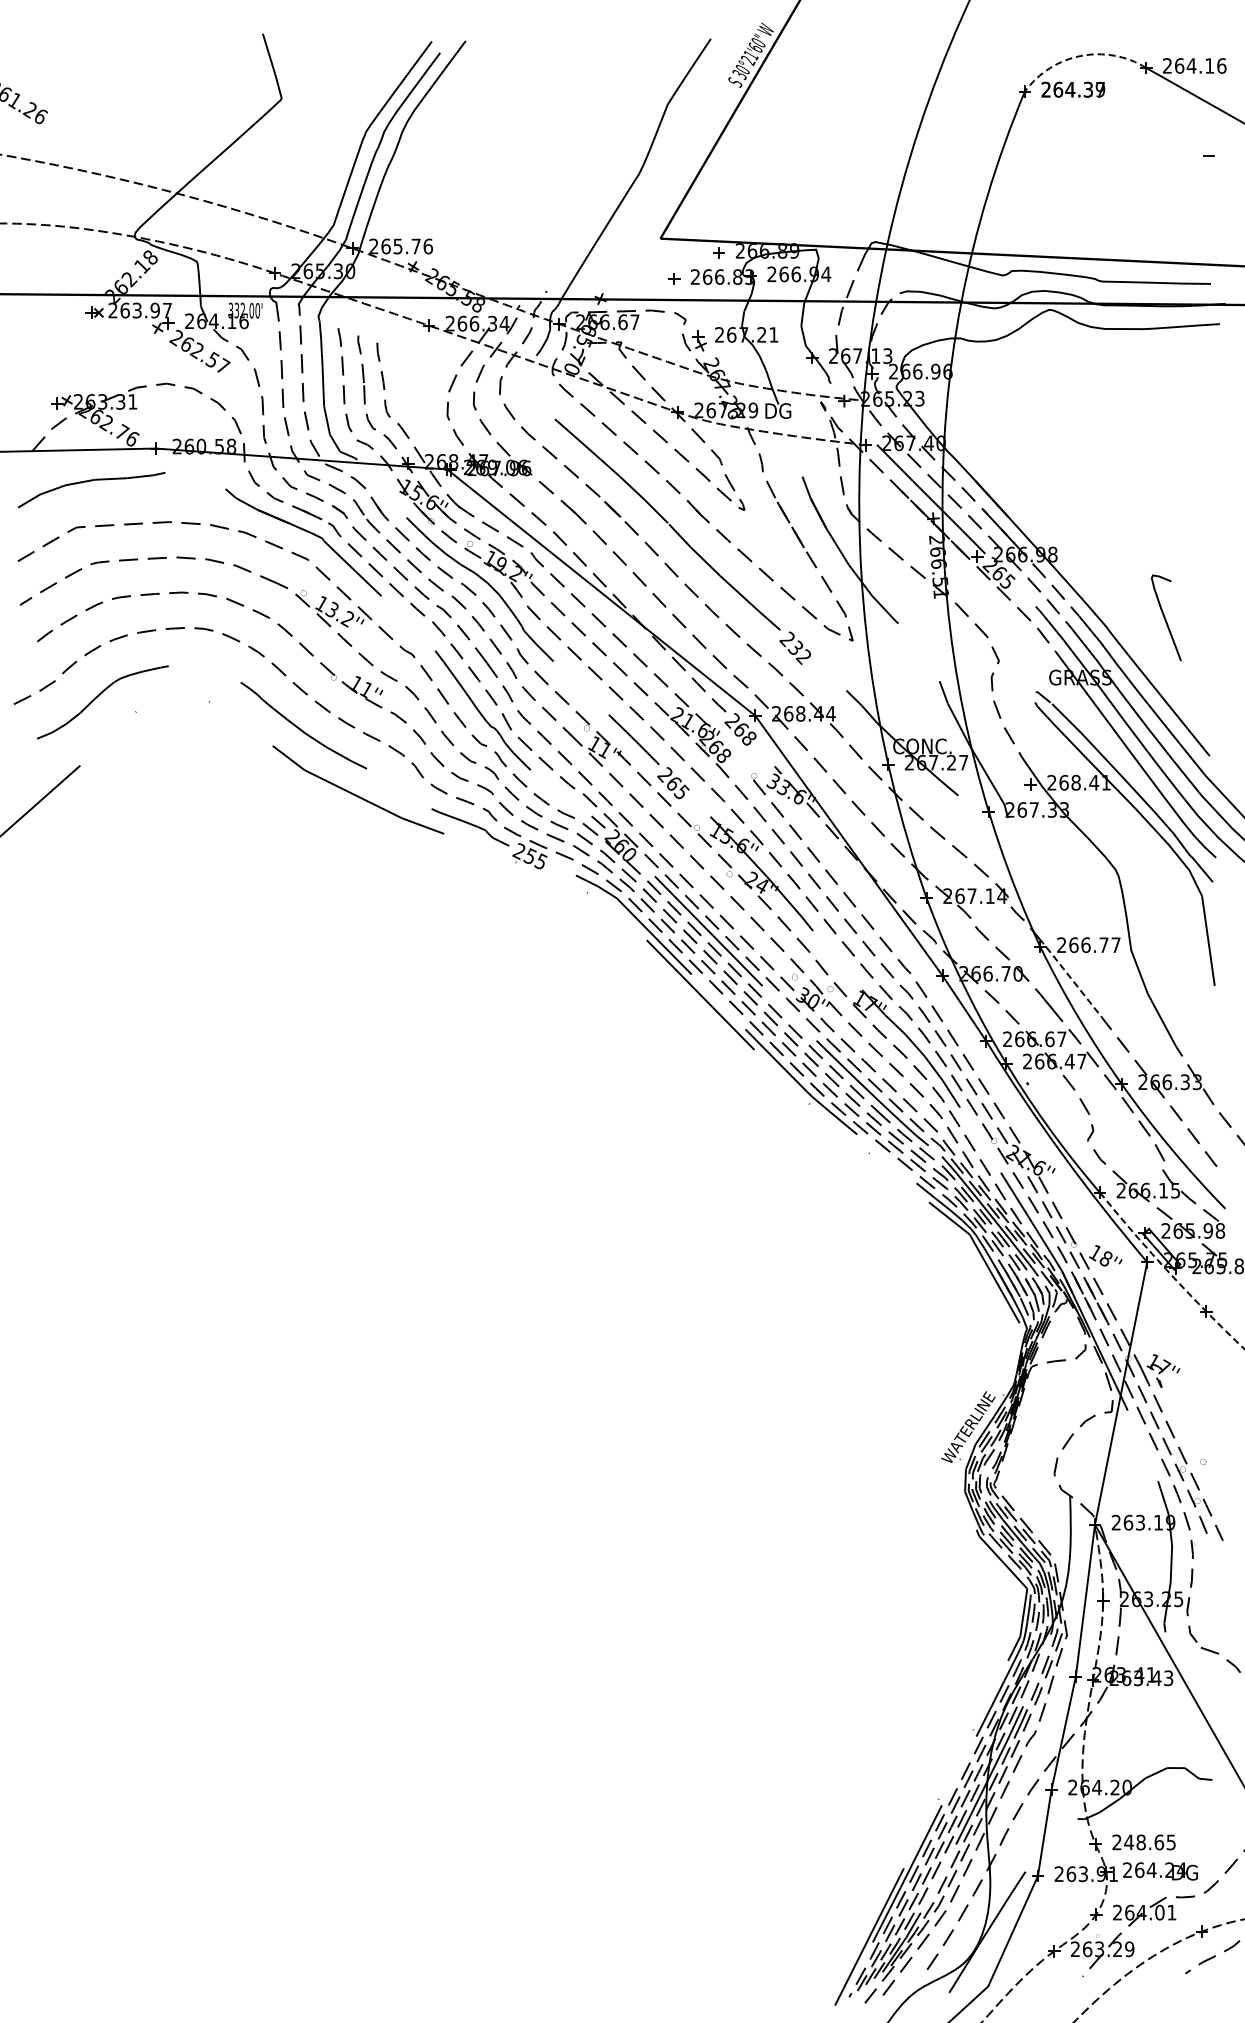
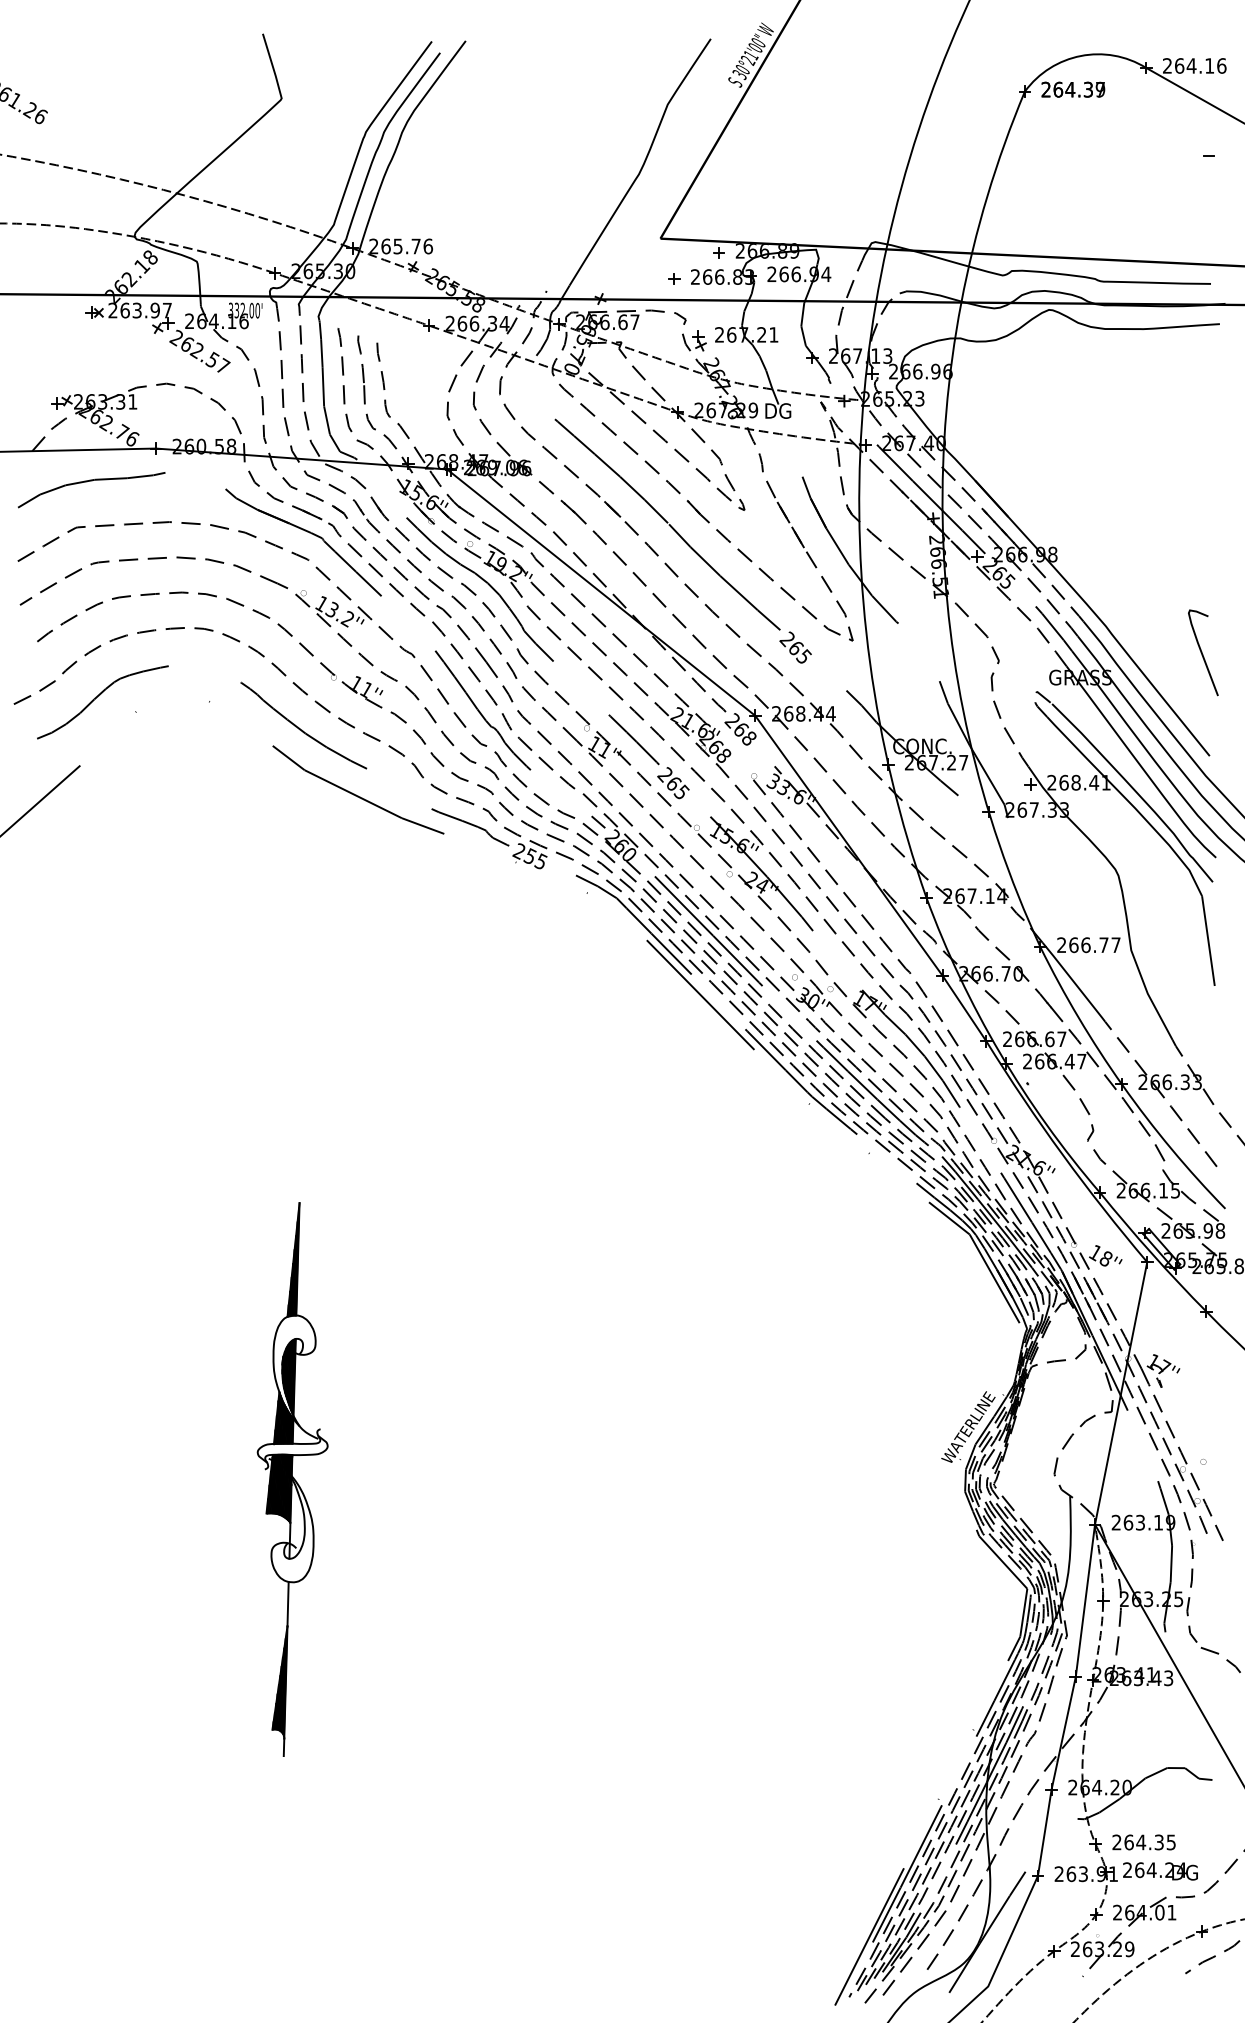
text at (755, 46): 30°21'60" -> 30°21'00"
arc at (1080, 56): dashed -> solid
curve at (1165, 617) position: (1165, 617) -> (1202, 652)
text at (799, 652): 232 -> 265
line at (1074, 982): dashed -> solid
arc at (1170, 1274): dashed -> solid
part at (292, 1479): none -> present
text at (1144, 1842): 248.65 -> 264.35
